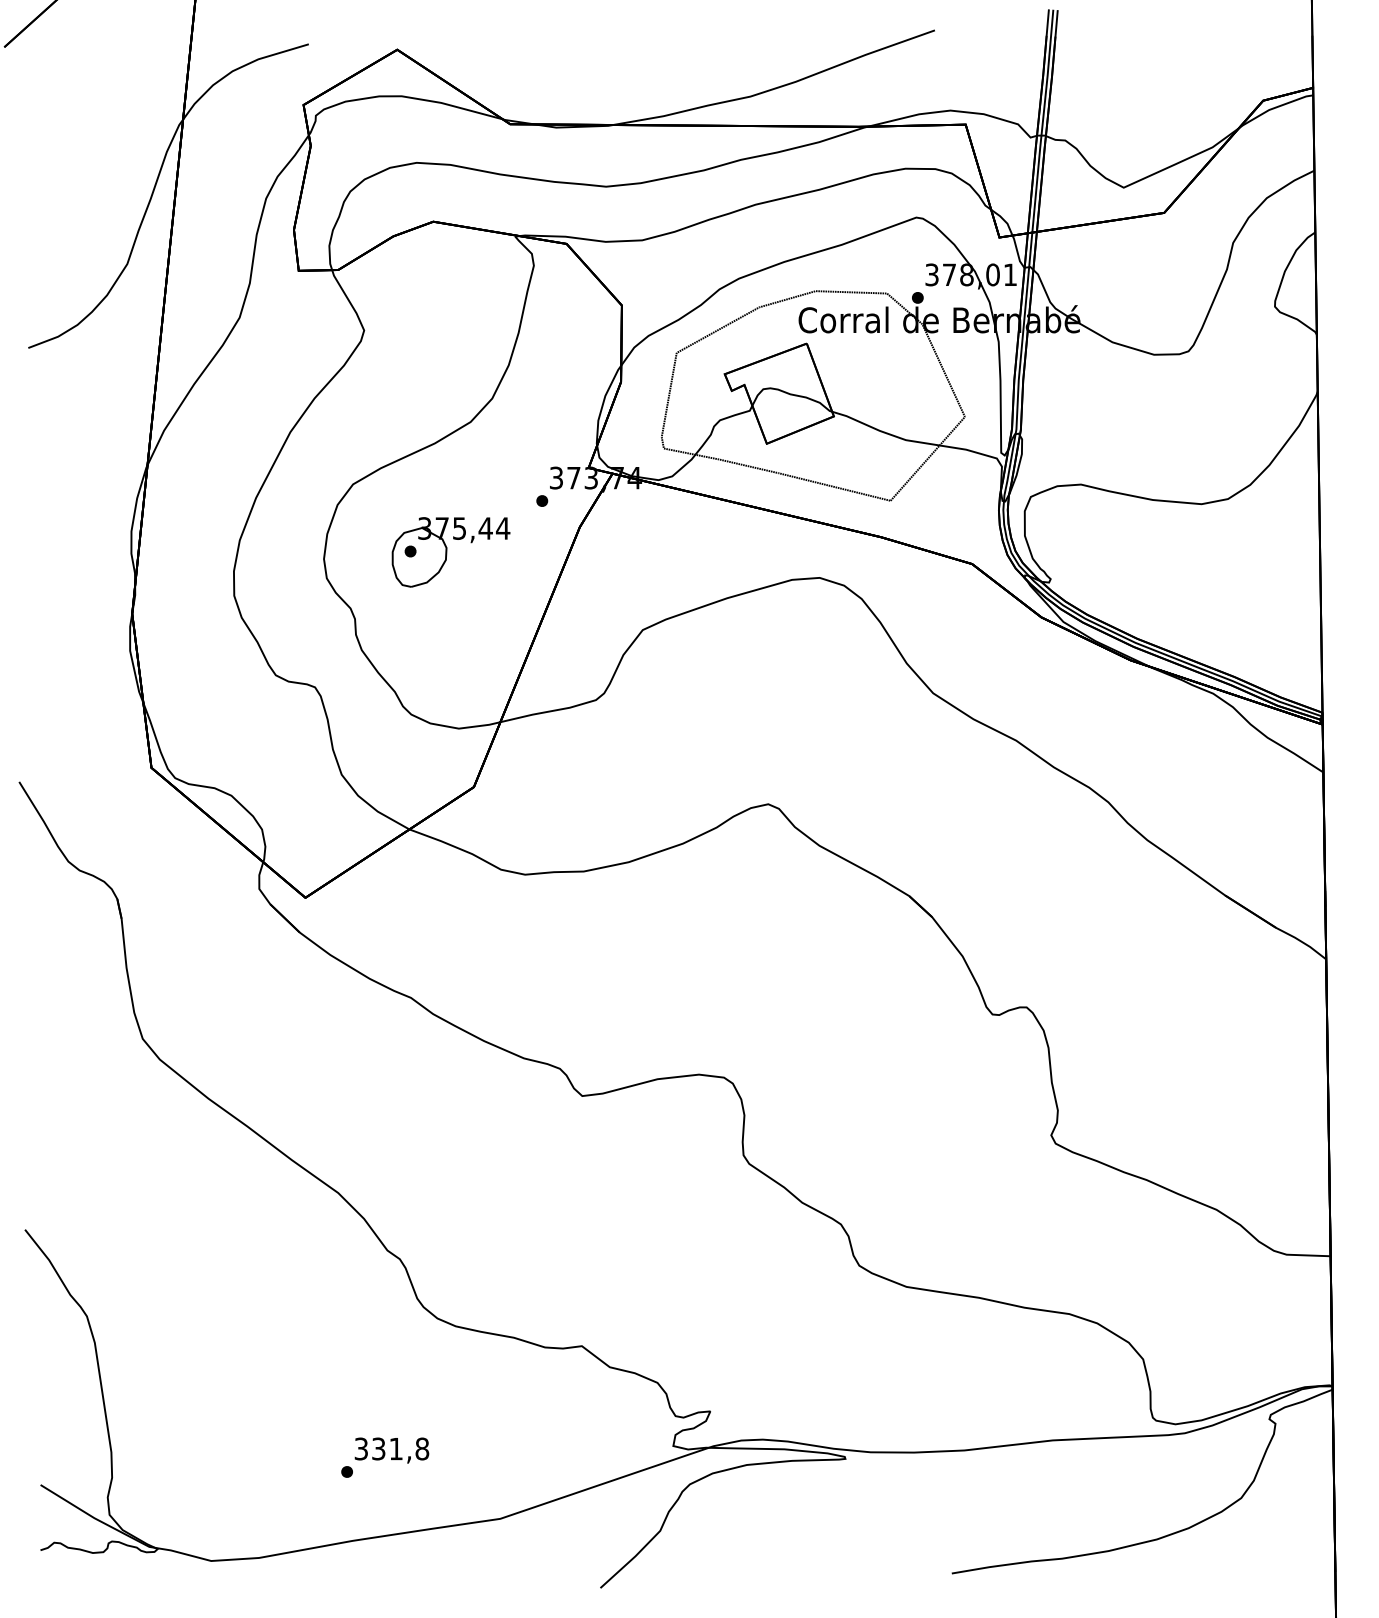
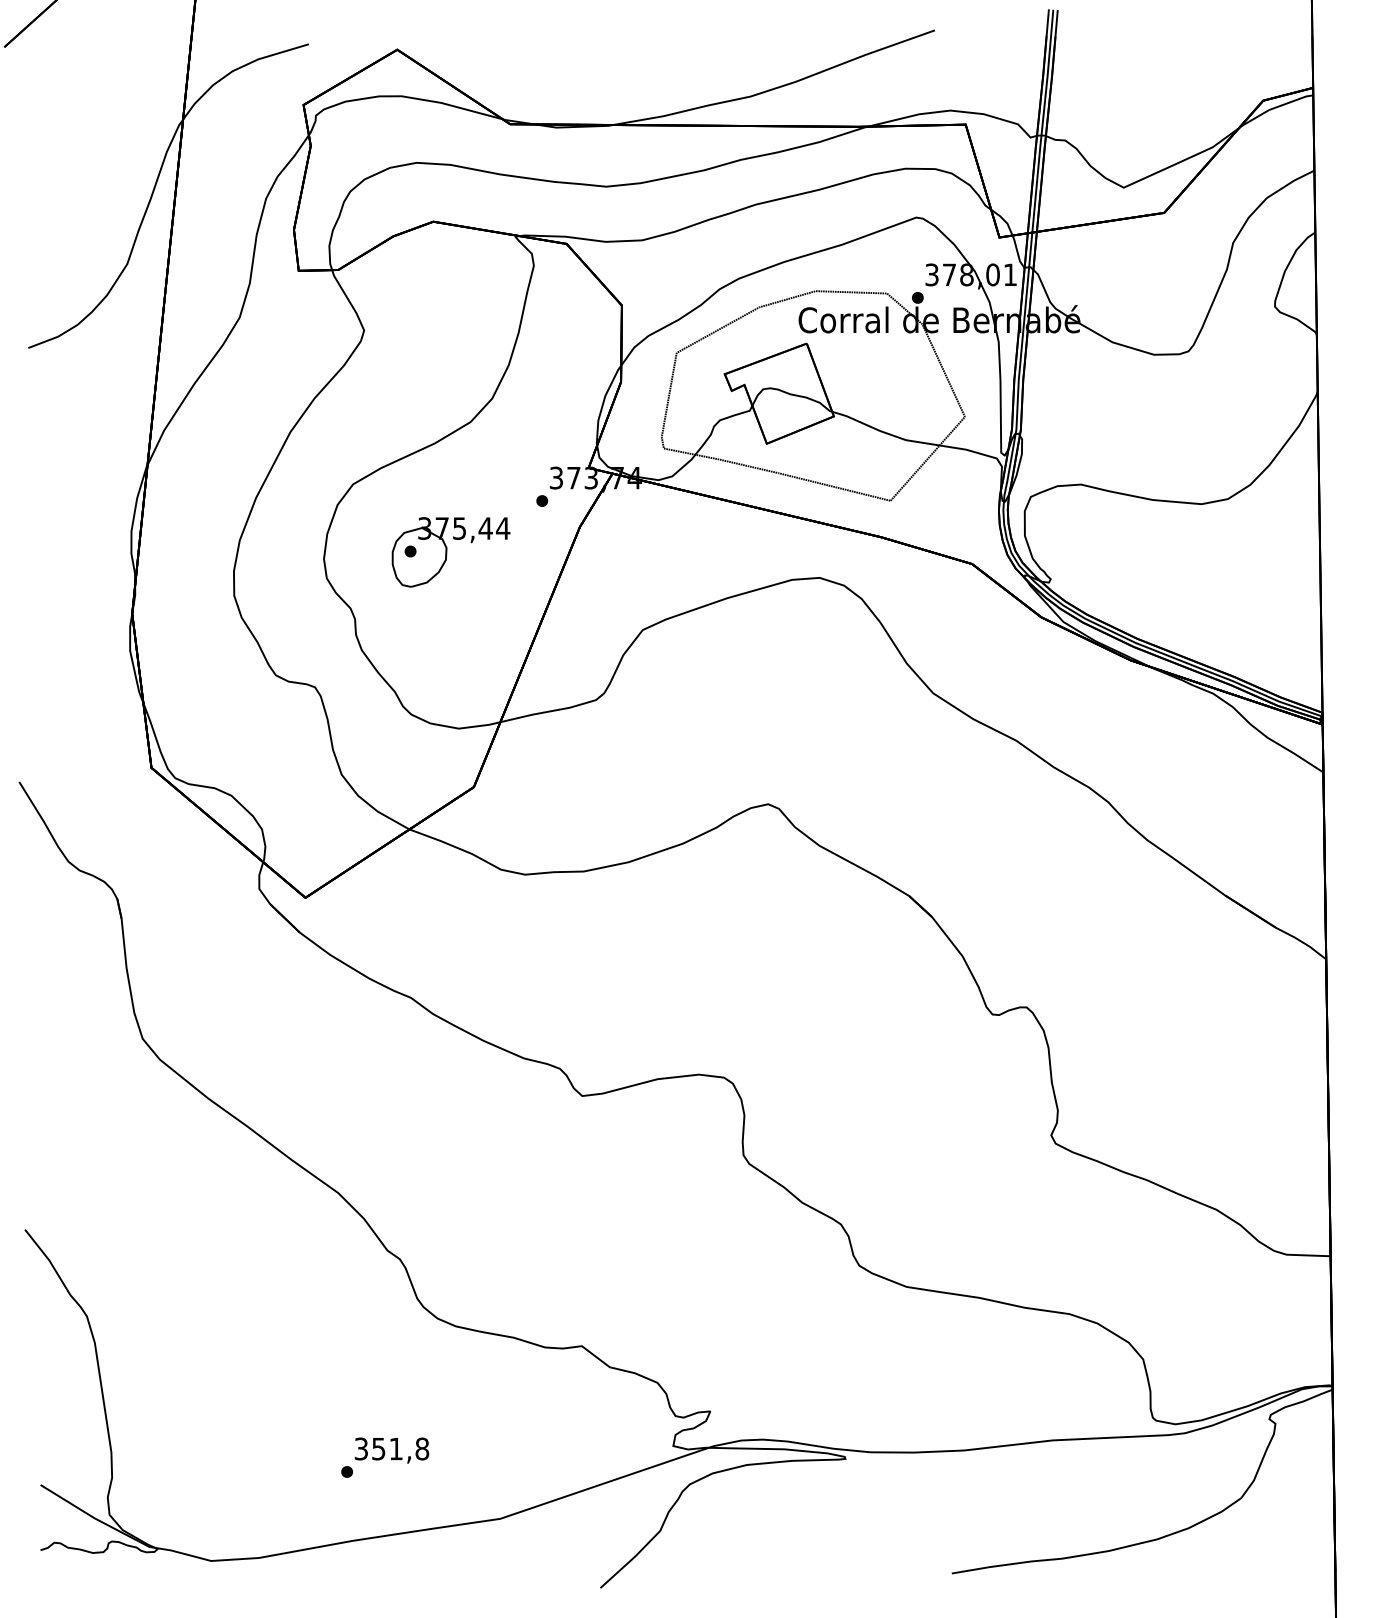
text at (378, 1448): 331,8 -> 351,8
